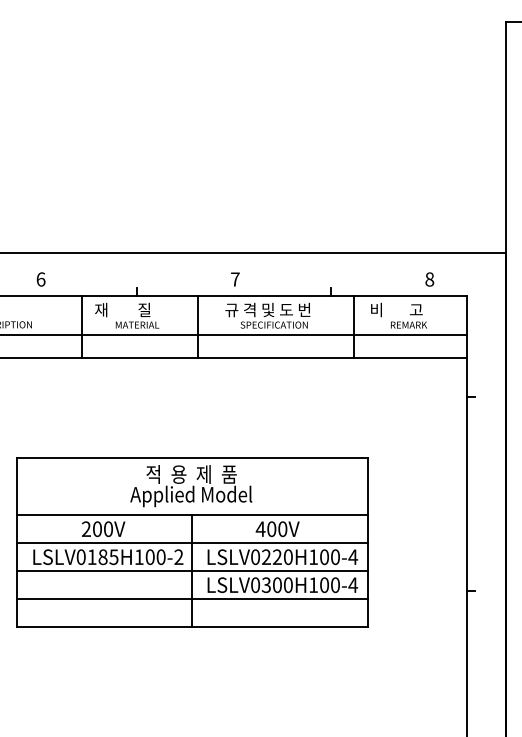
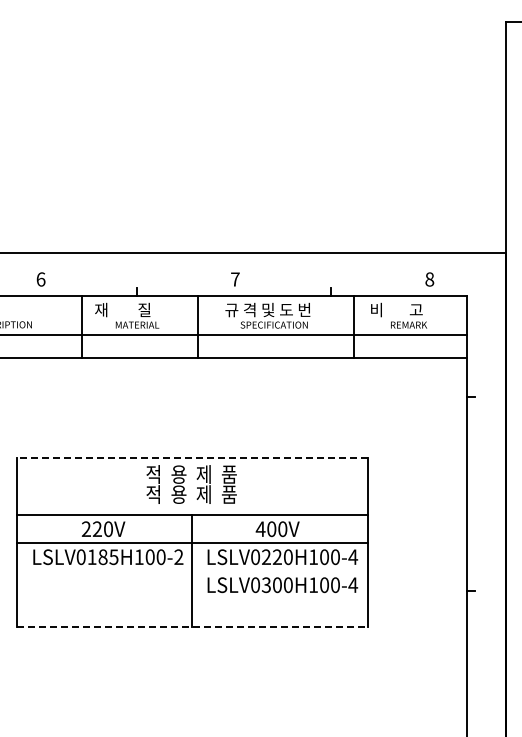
line at (191, 457): solid -> dashed
text at (191, 496): Applied Model -> 적  용  제  품
text at (96, 529): 200V -> 220V
line at (192, 570): present -> none
line at (192, 598): present -> none
line at (192, 626): solid -> dashed
